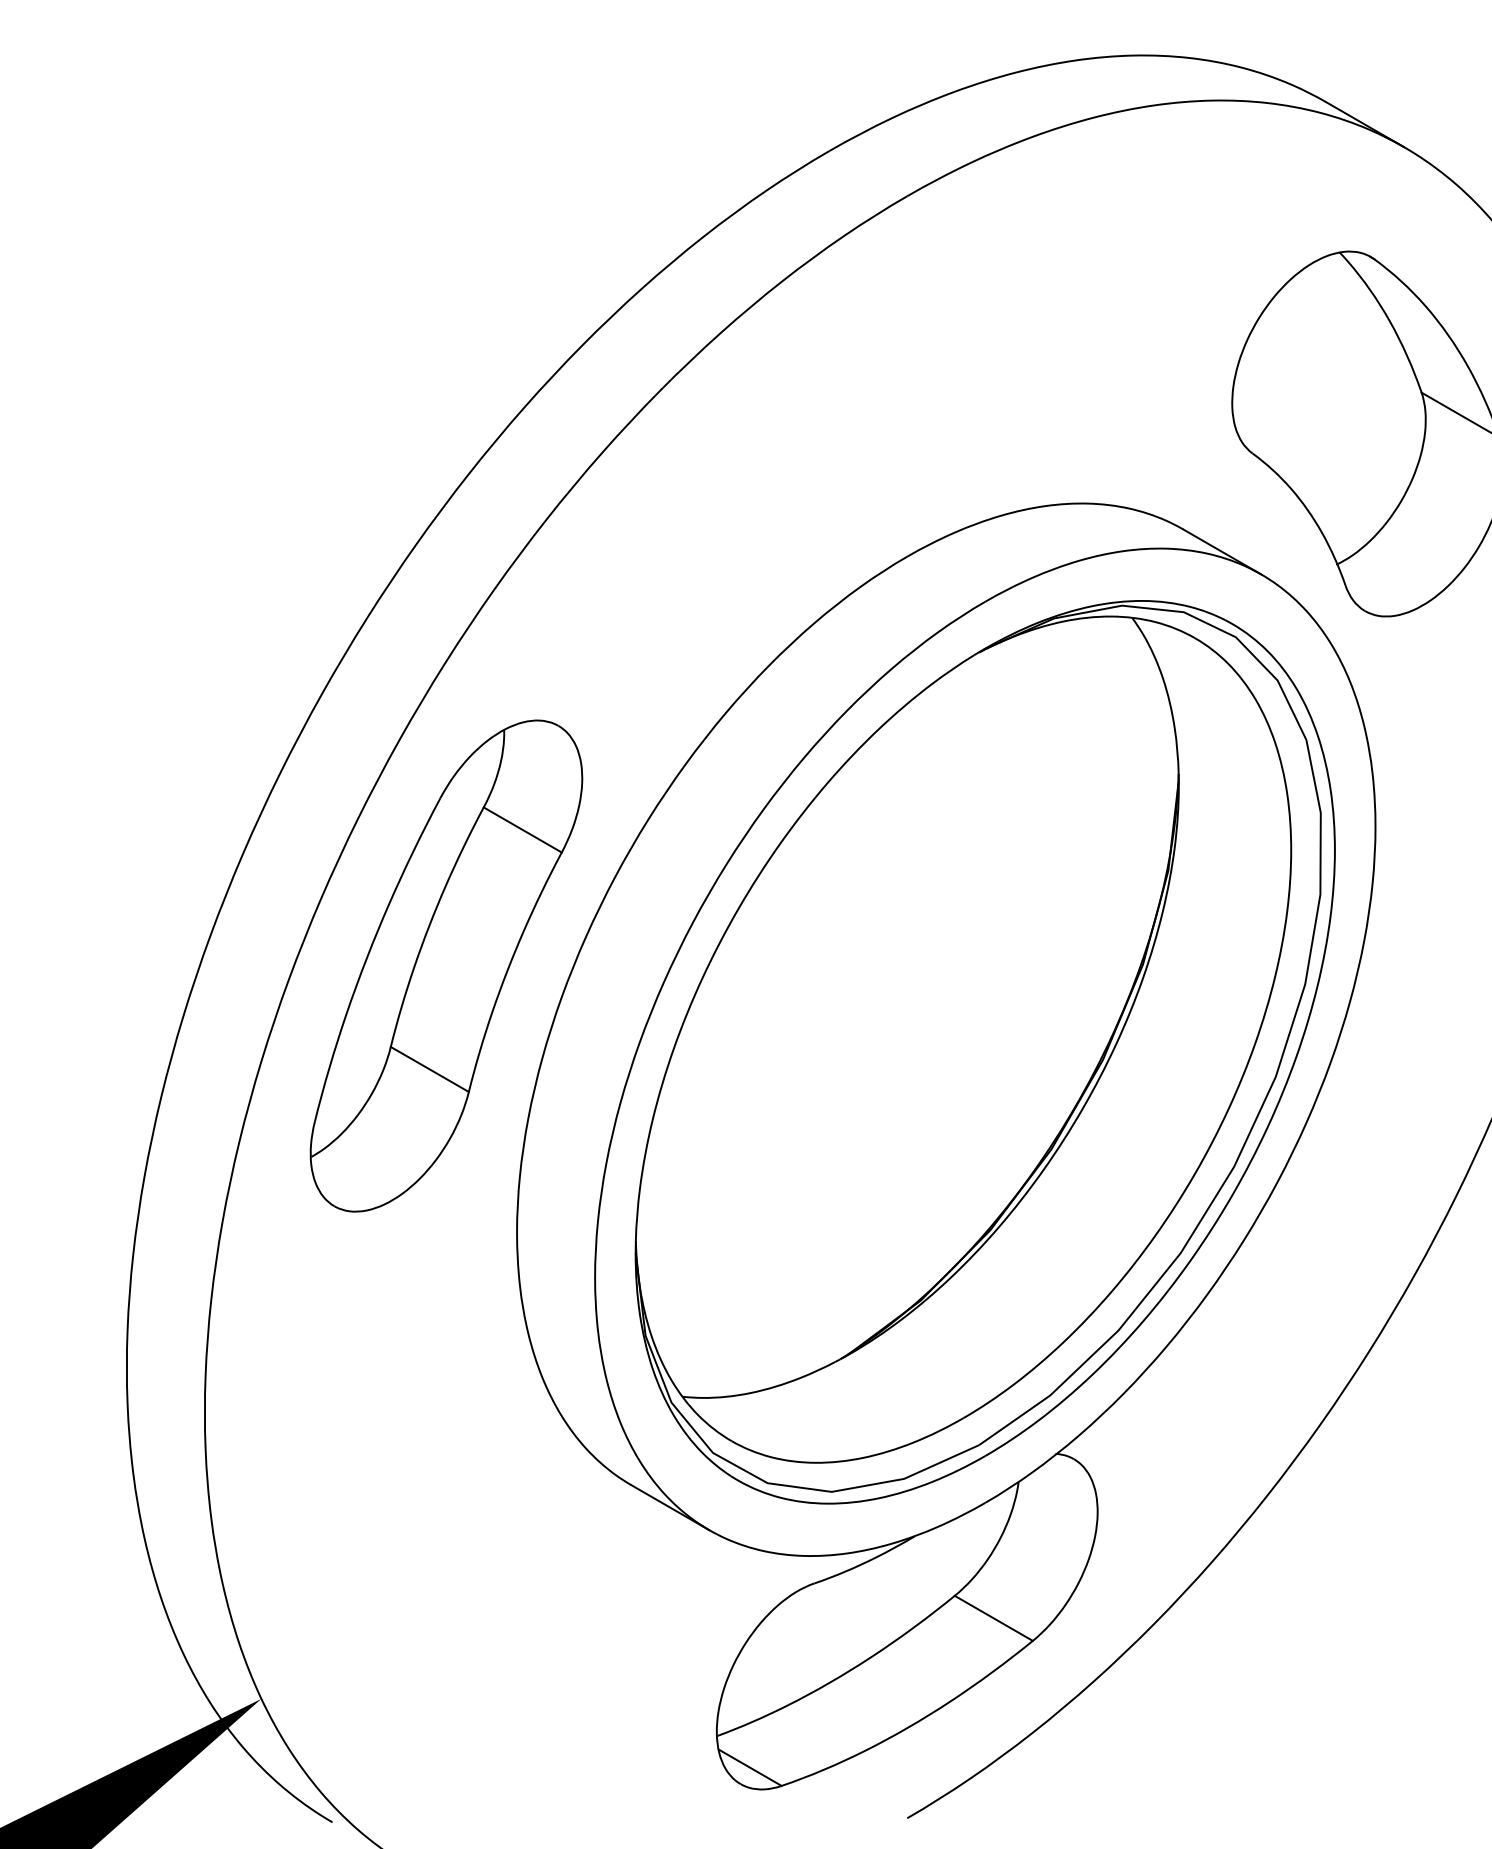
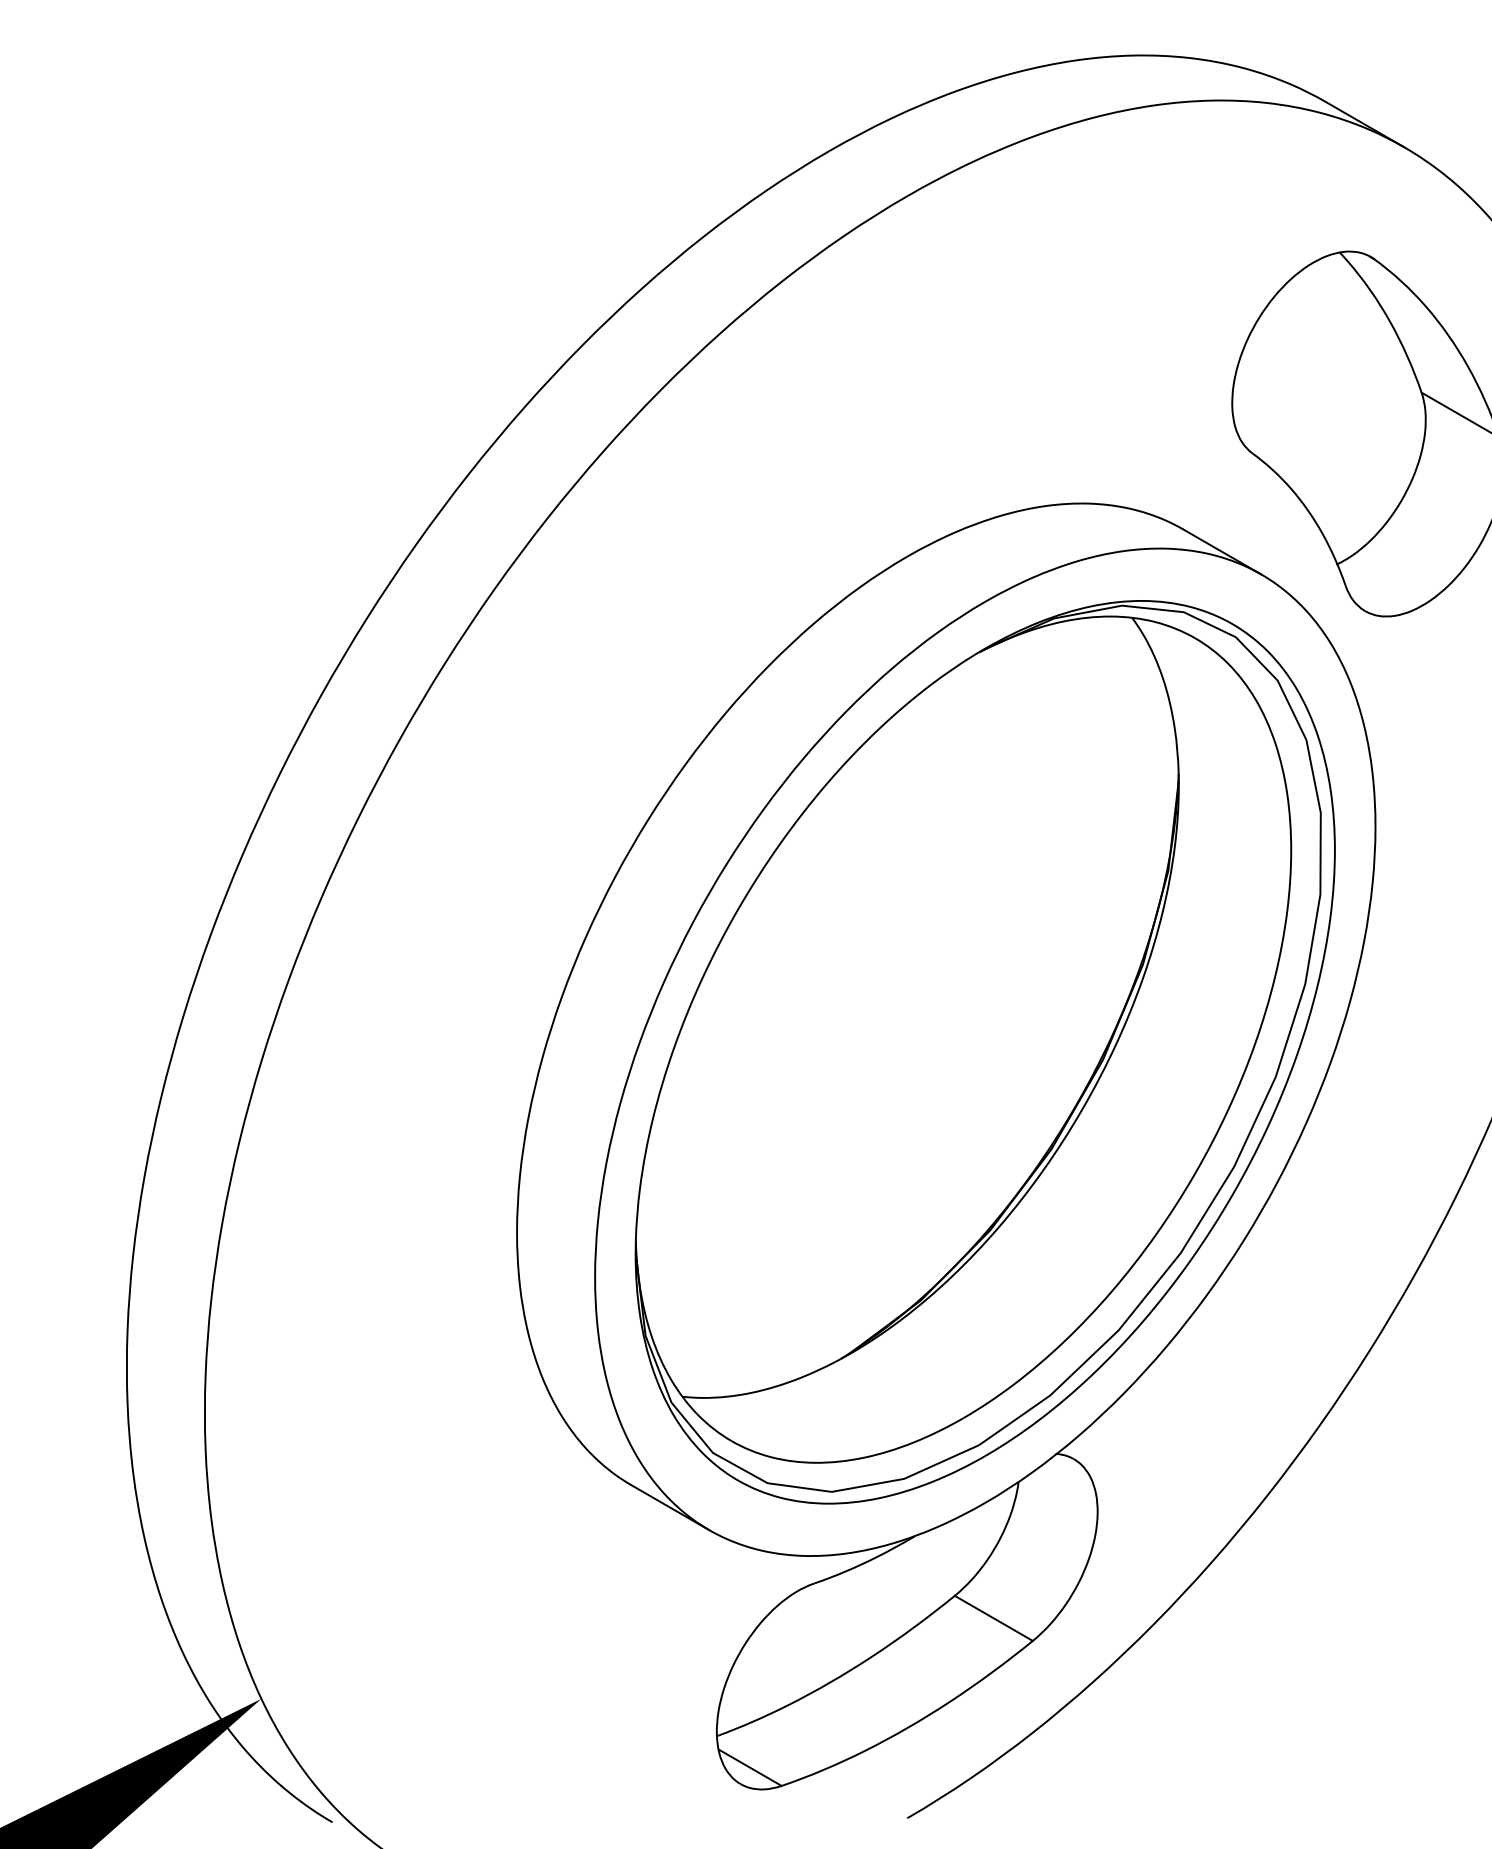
part at (446, 965): present -> none
